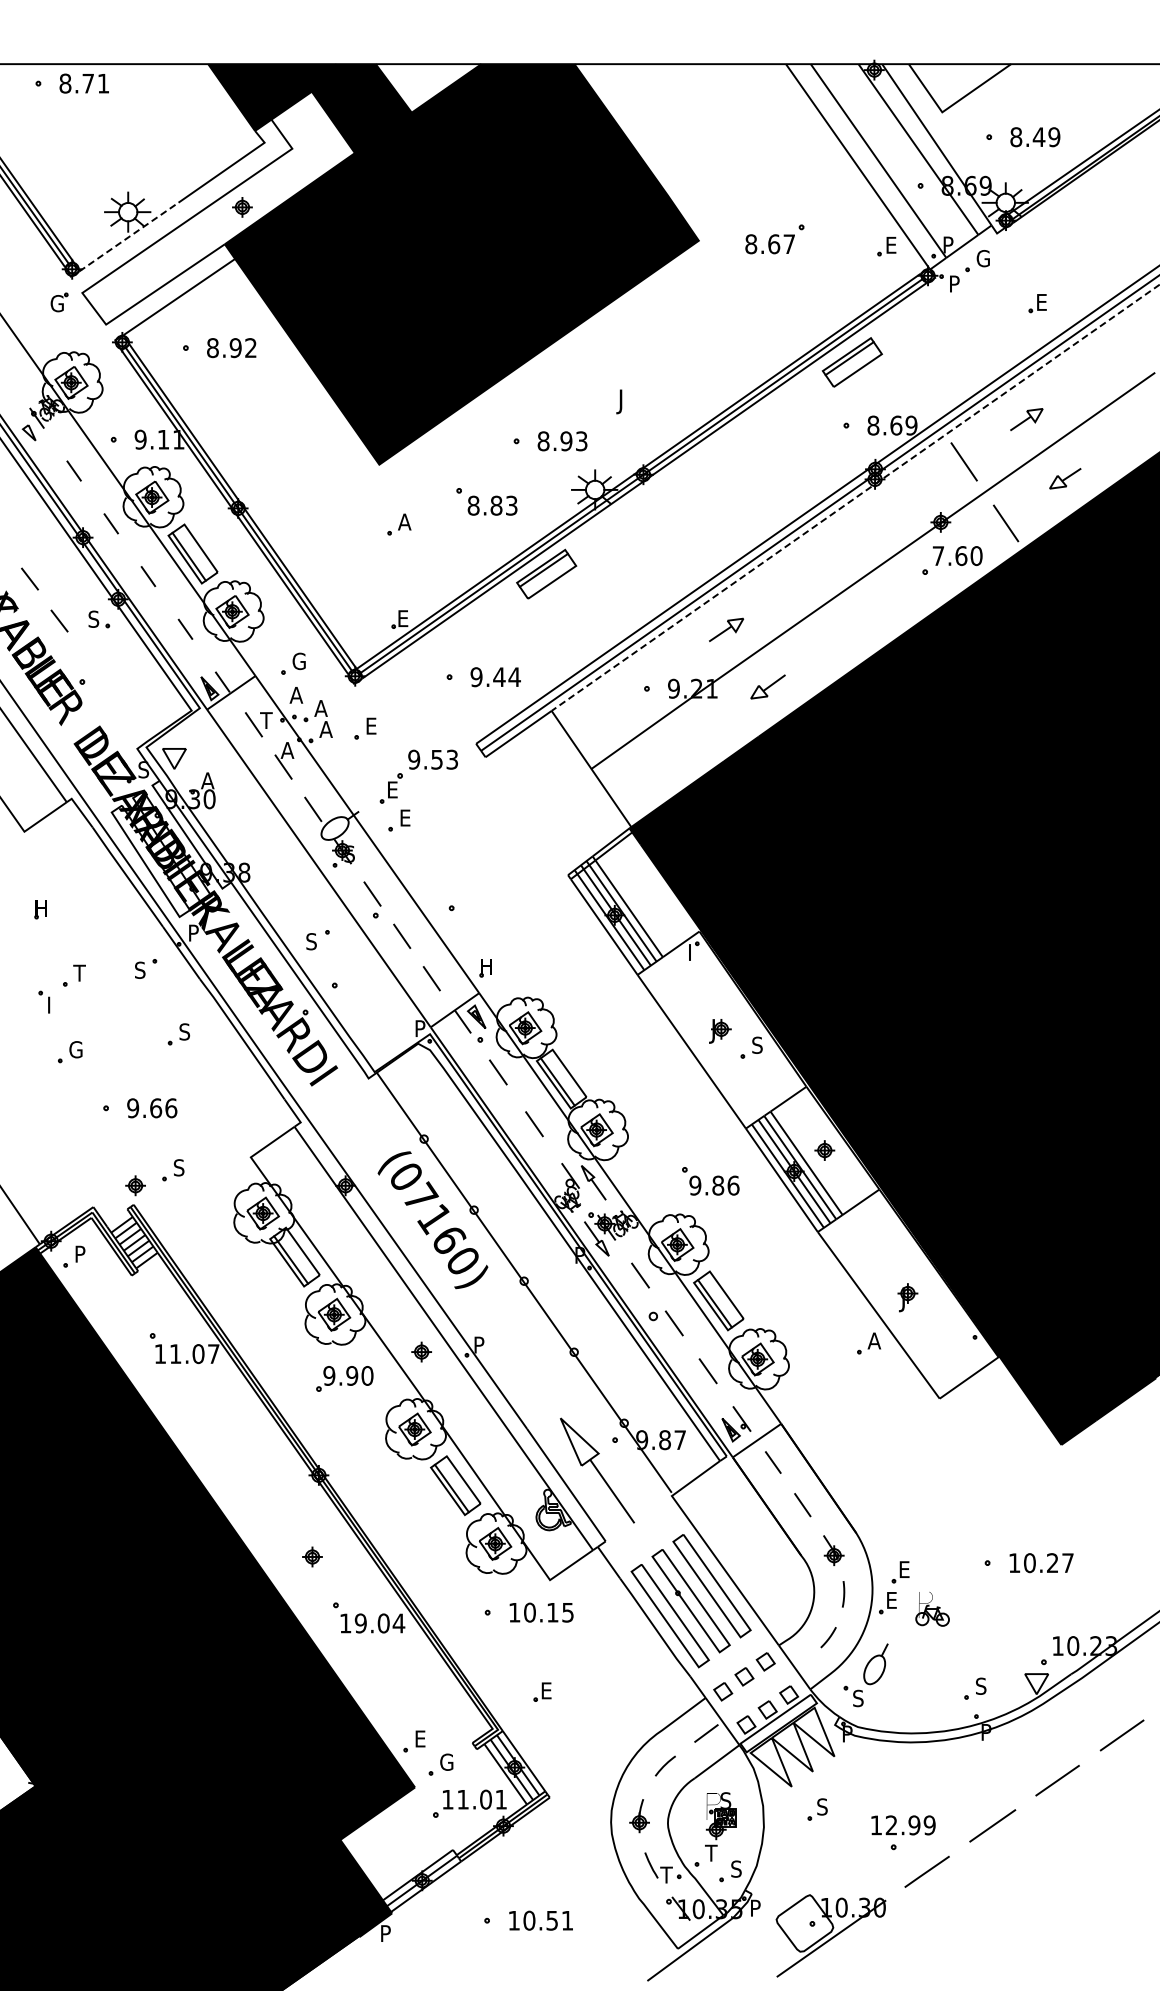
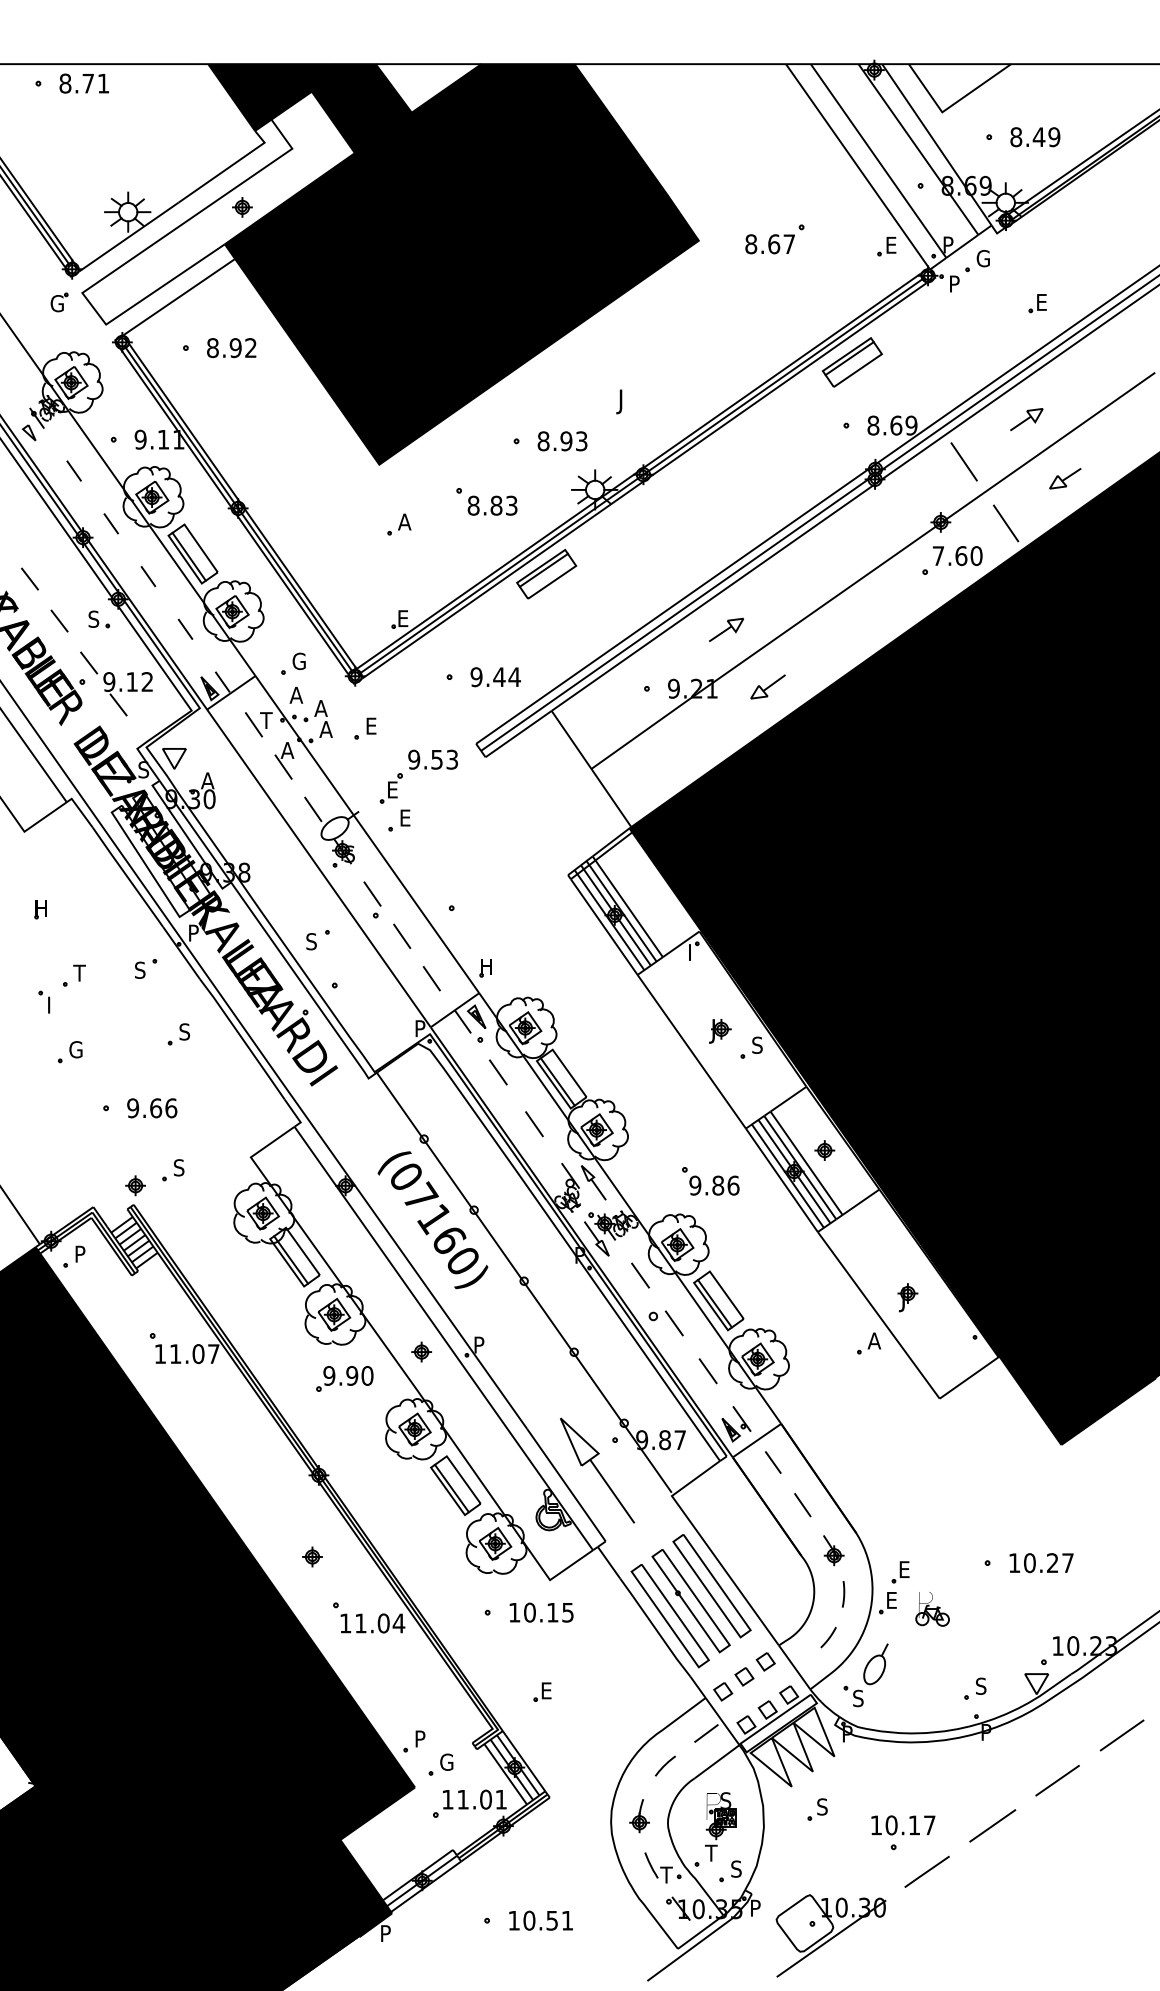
line at (129, 236): dashed -> solid
line at (855, 498): dashed -> solid
part at (116, 683): none -> present
text at (360, 1623): 19.04 -> 11.04
text at (421, 1738): E -> P
text at (910, 1825): 12.99 -> 10.17
